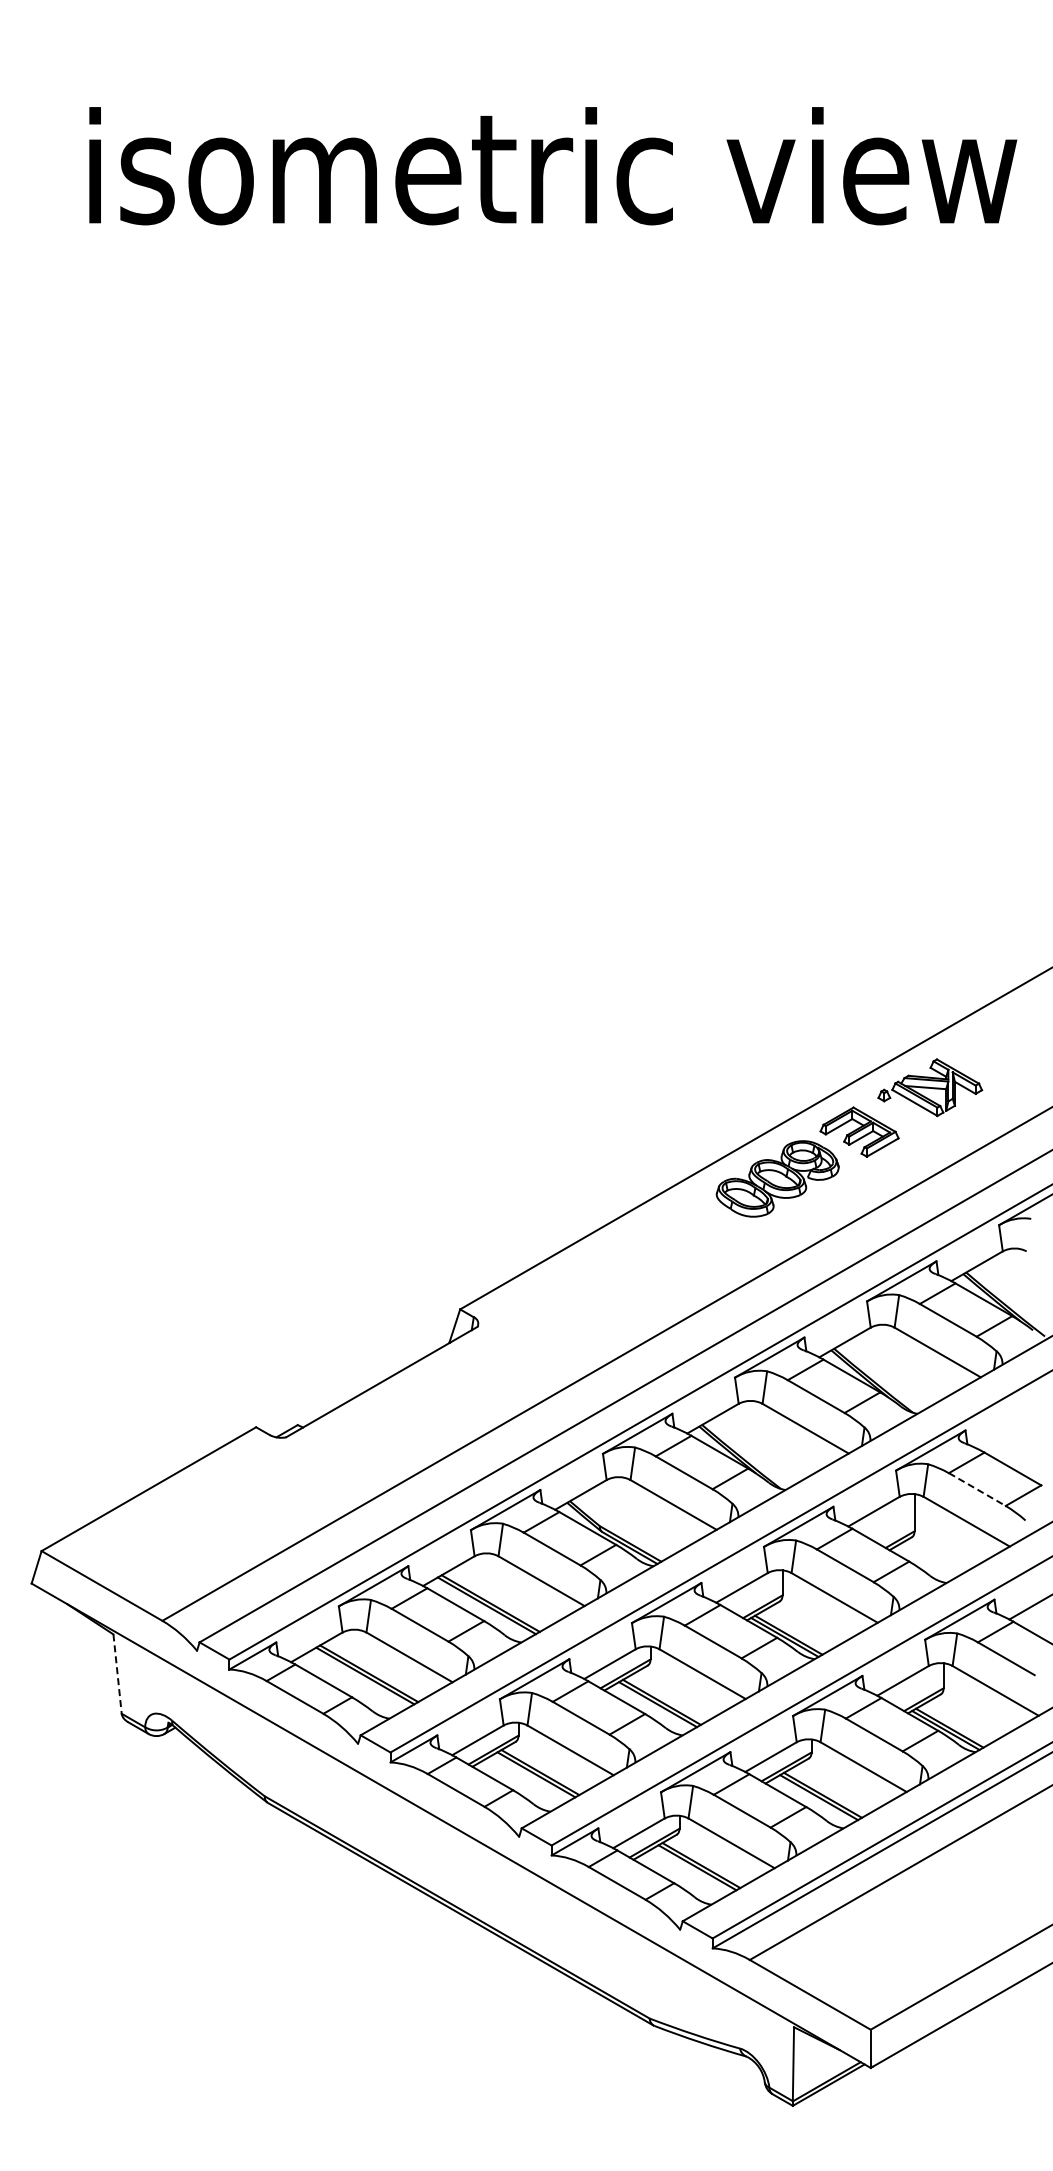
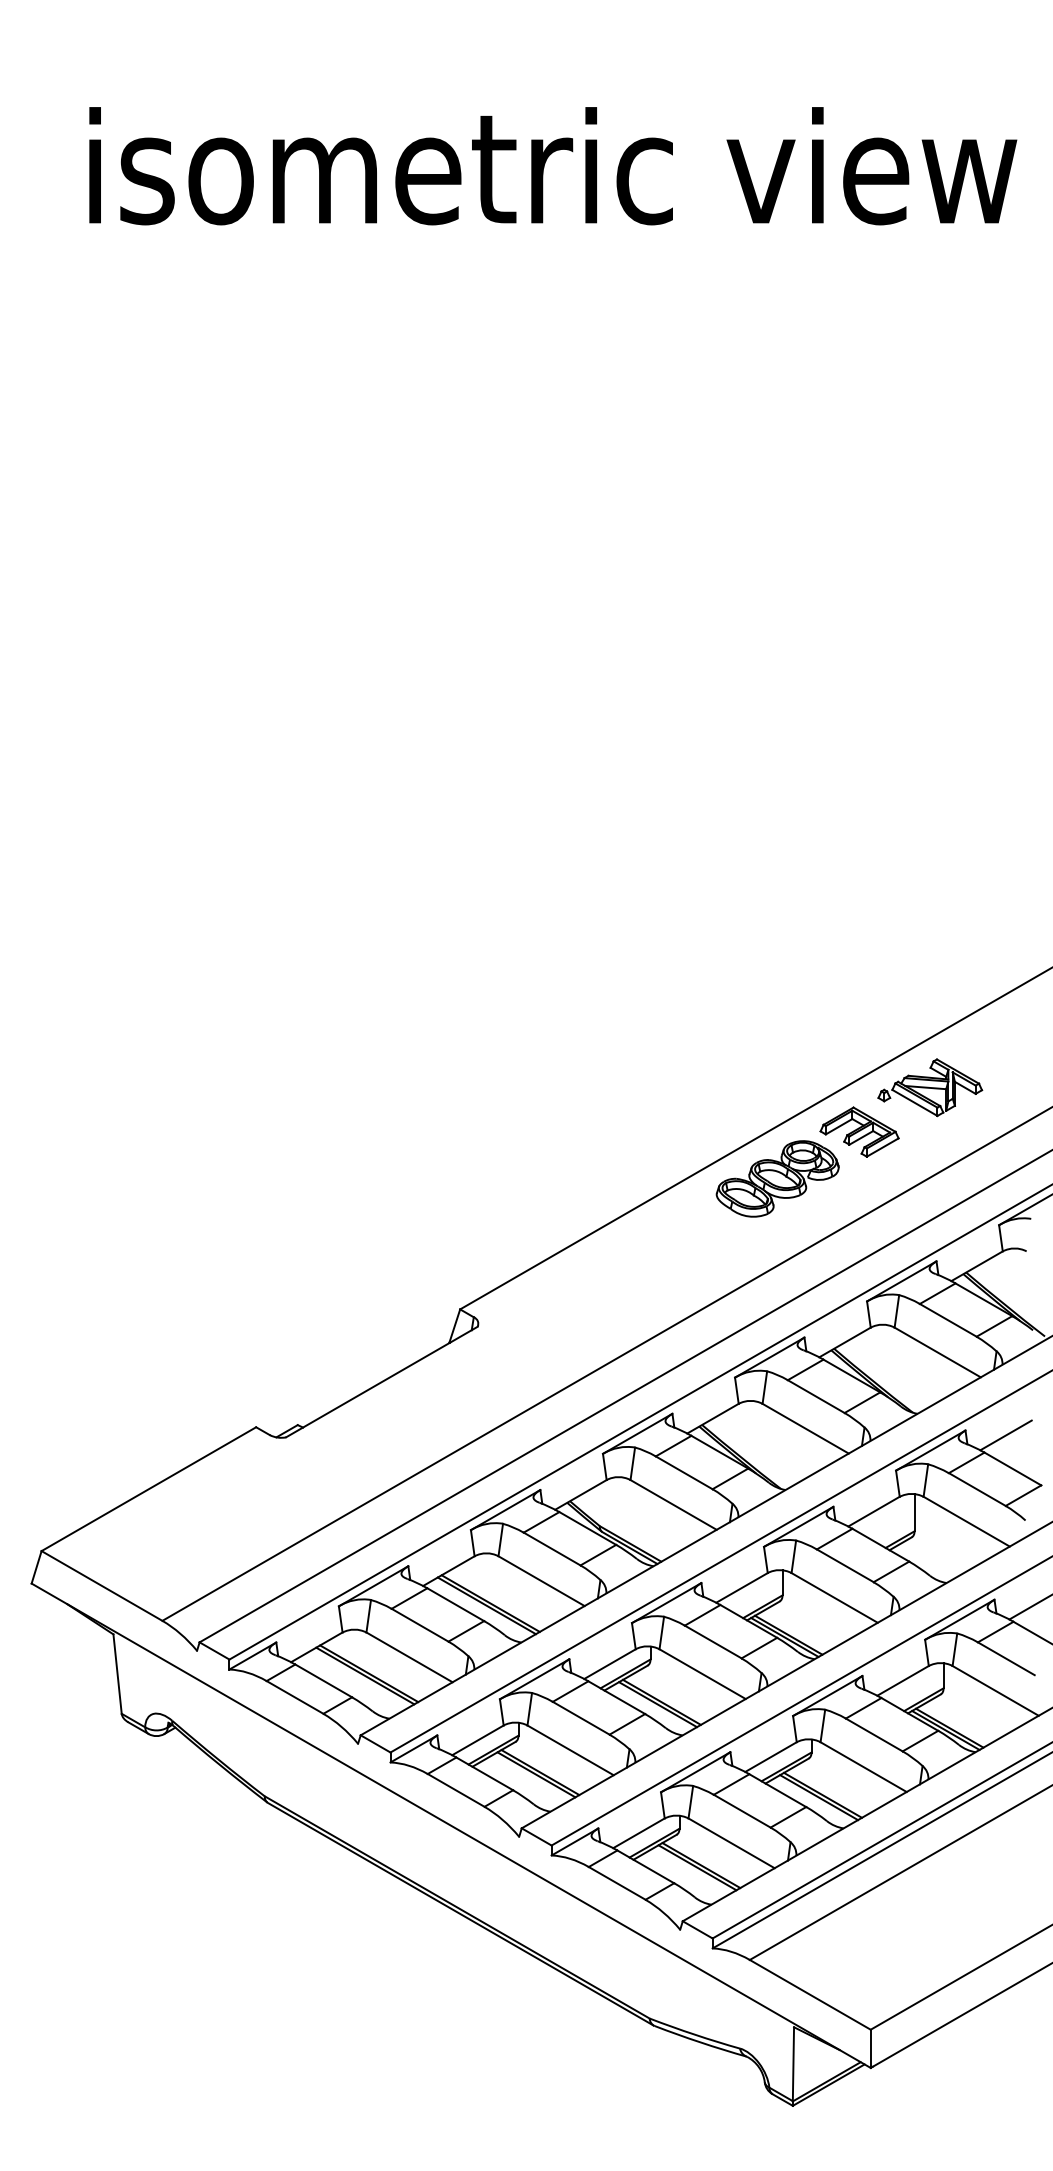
line at (1005, 1435): none -> present
line at (977, 1489): dashed -> solid
line at (117, 1674): dashed -> solid
